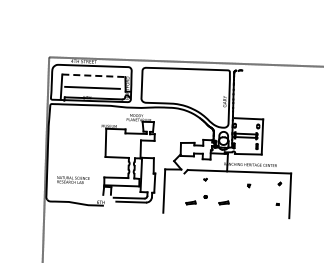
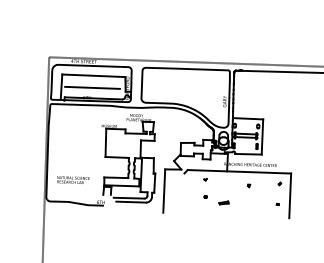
line at (278, 71): none -> present
line at (93, 75): dashed -> solid
part at (190, 202): present -> none
